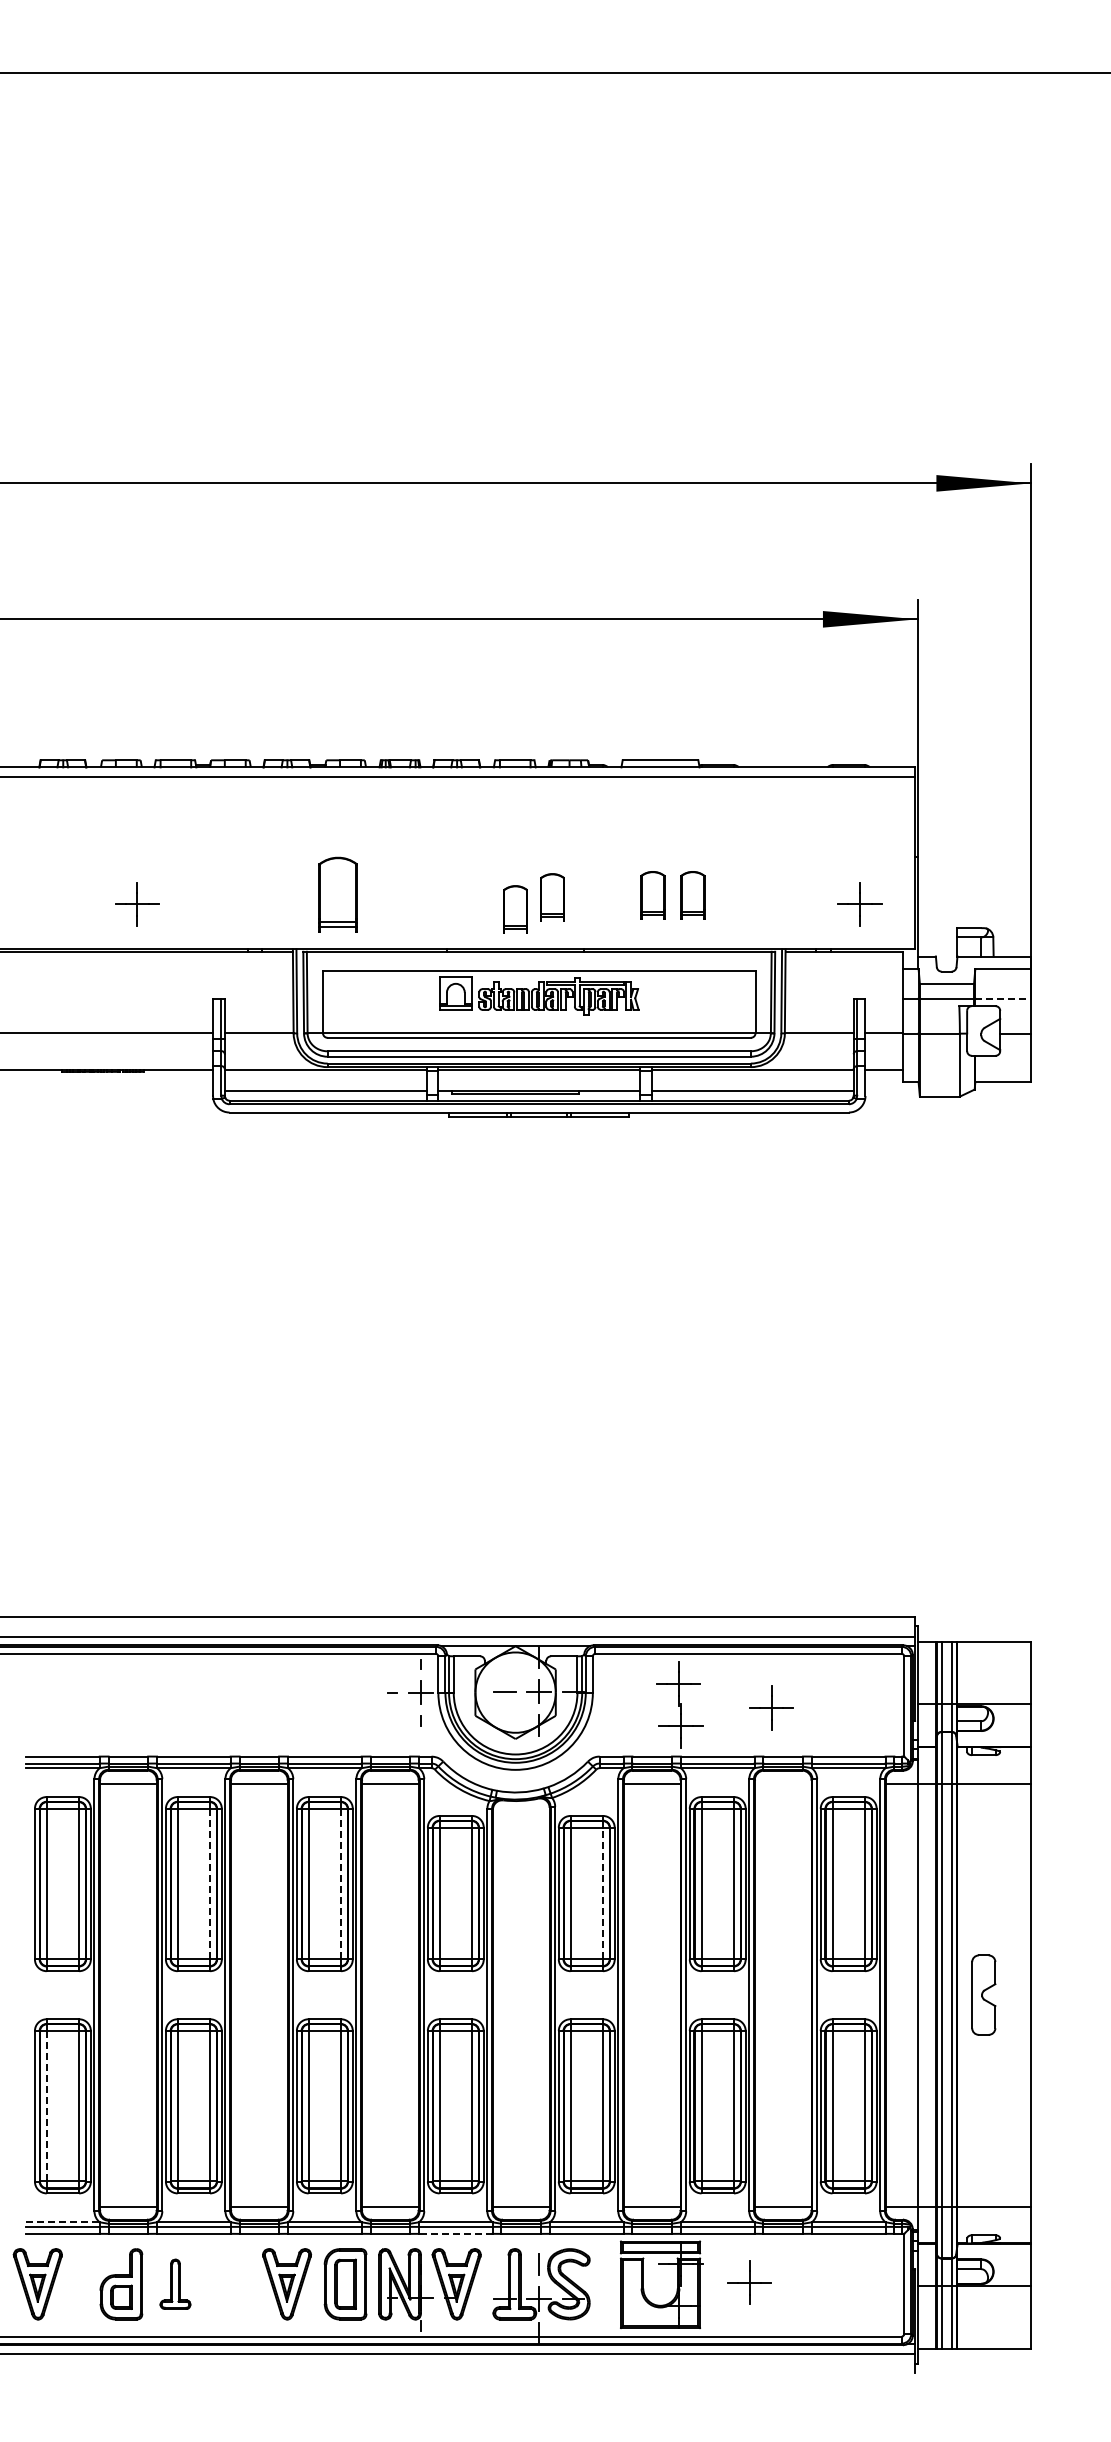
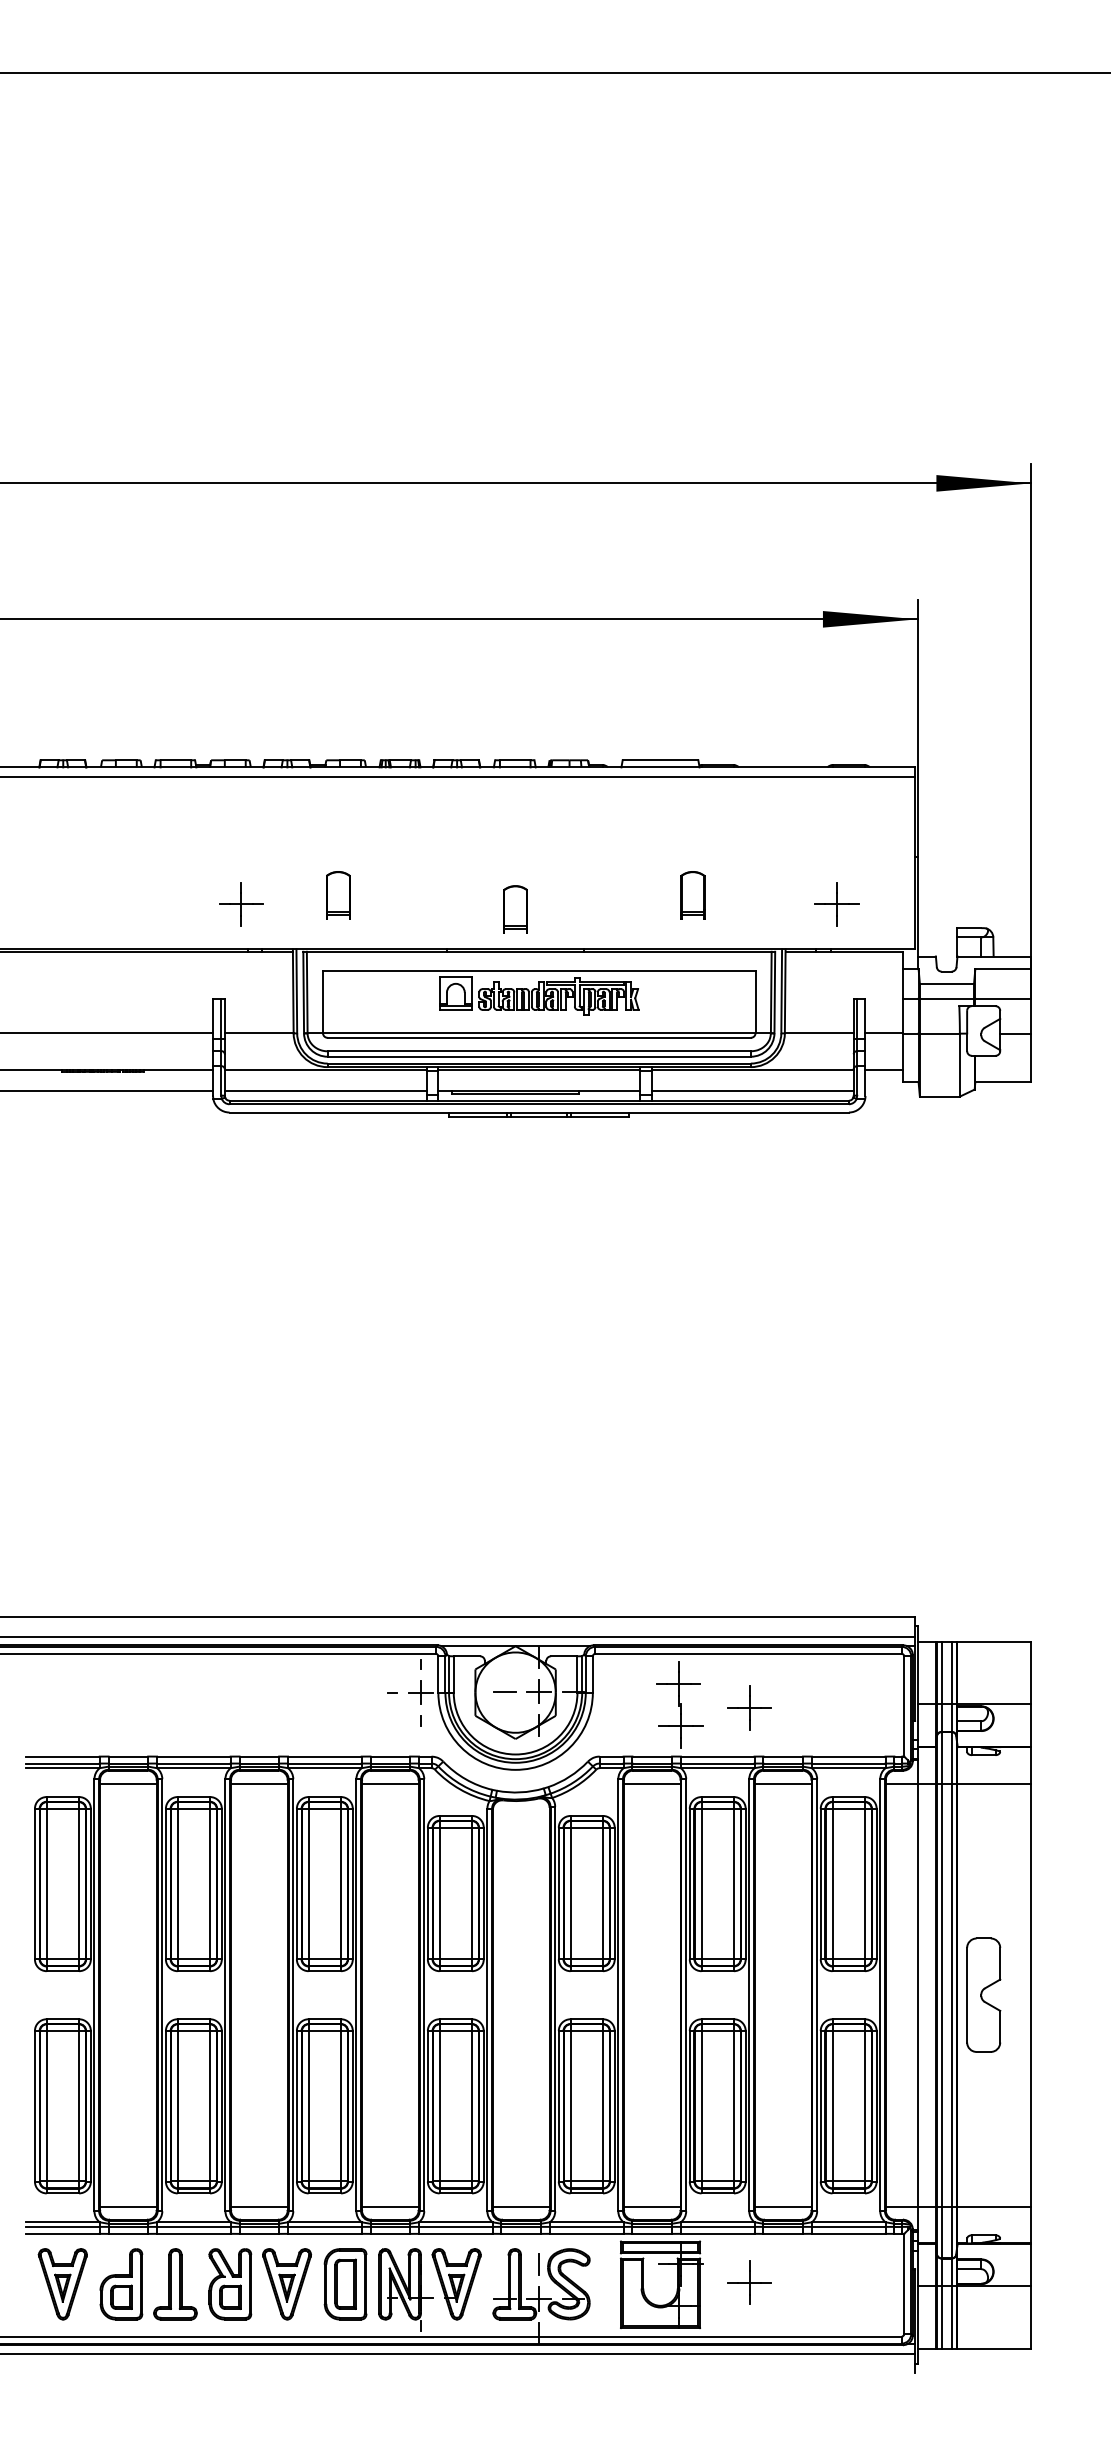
part at (337, 894) size: 40x77 px -> 25x49 px
part at (652, 895): present -> none
part at (552, 897): present -> none
part at (137, 904) position: (137, 904) -> (241, 904)
part at (859, 904) position: (859, 904) -> (836, 904)
line at (1003, 998): dashed -> solid
line at (107, 1090): none -> present
part at (771, 1707) position: (771, 1707) -> (749, 1707)
line at (782, 1783): none -> present
line at (209, 1884): dashed -> solid
line at (340, 1884): dashed -> solid
line at (602, 1893): dashed -> solid
part at (983, 1994) size: 26x82 px -> 36x116 px
line at (47, 2106): dashed -> solid
line at (62, 2222): dashed -> solid
line at (455, 2233): dashed -> solid
part at (175, 2283) size: 33x52 px -> 45x73 px
part at (37, 2284) position: (37, 2284) -> (62, 2284)
part at (230, 2284): none -> present
